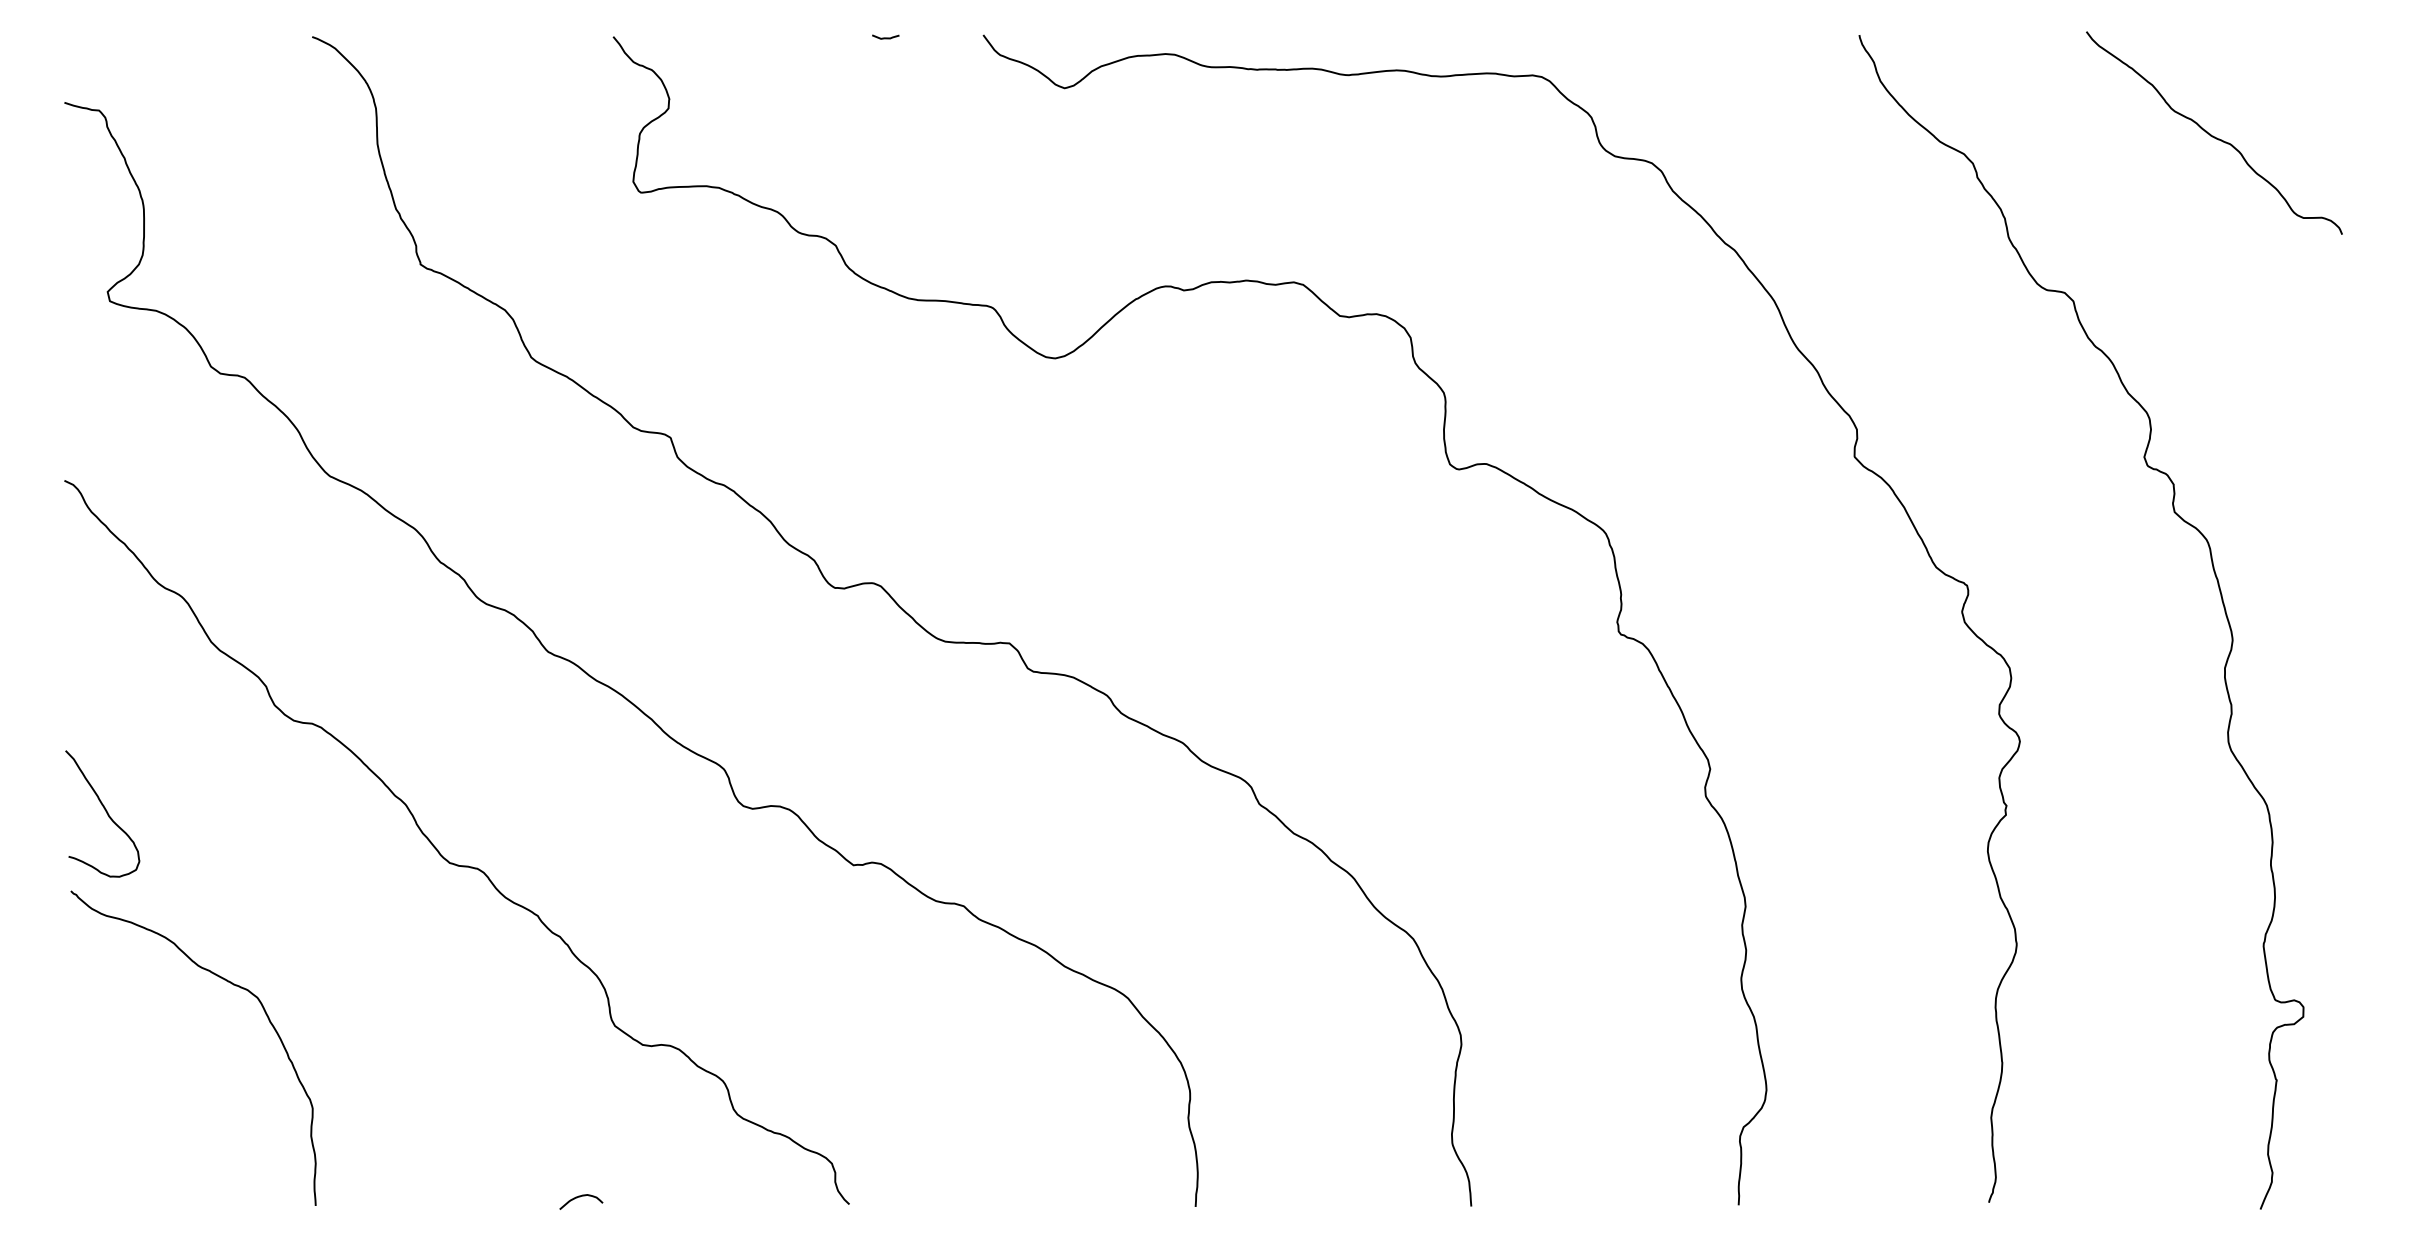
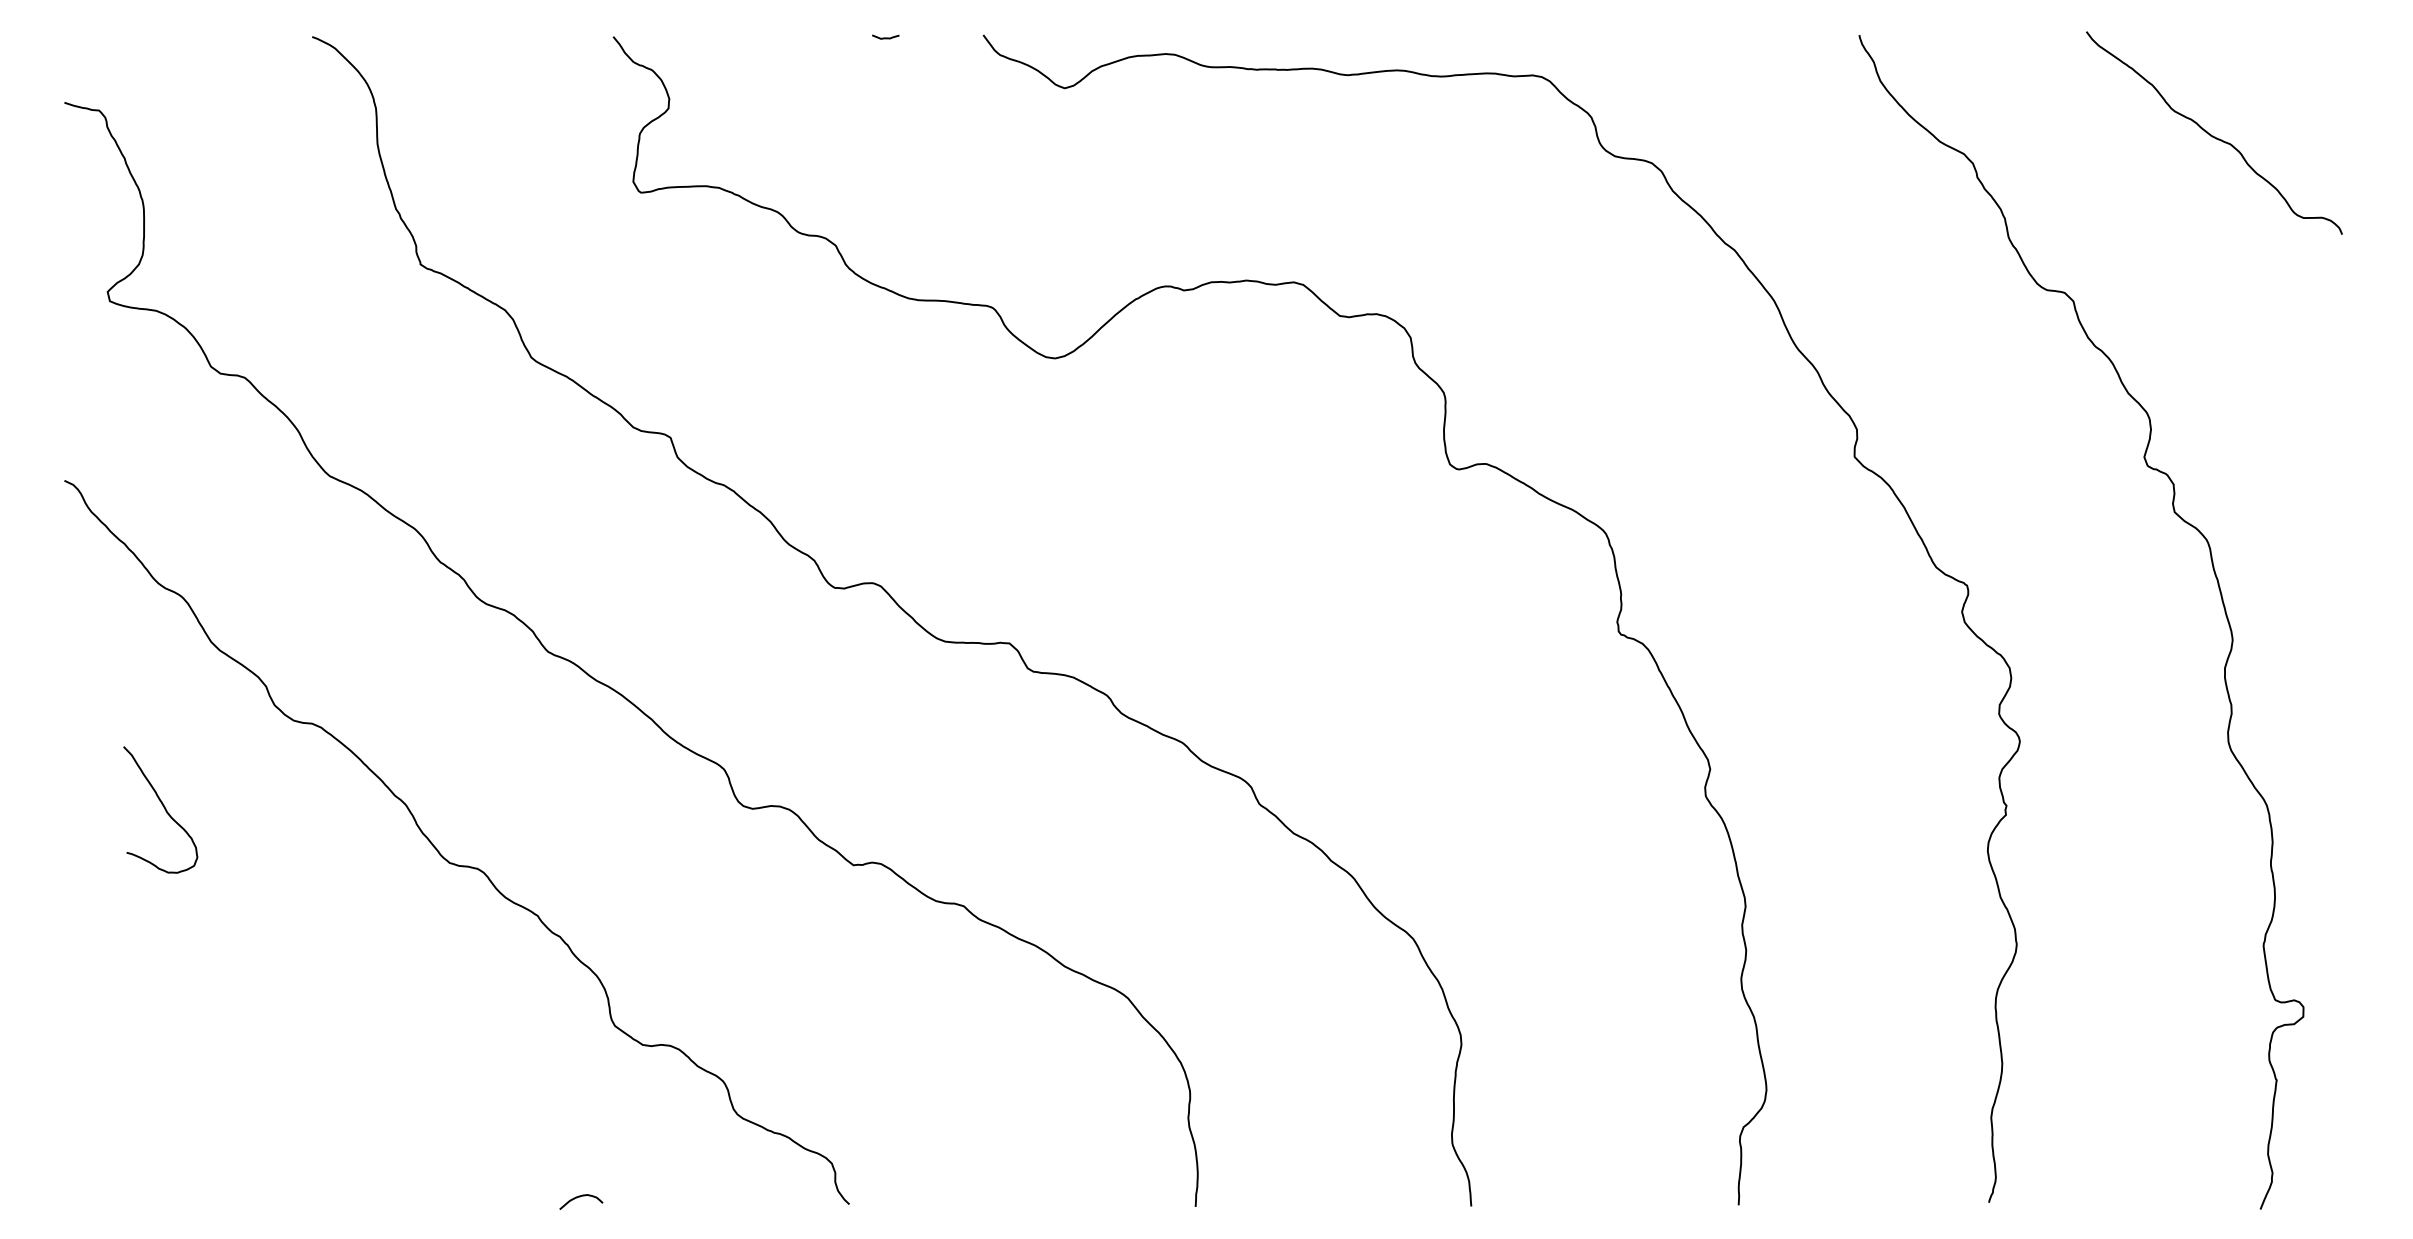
curve at (105, 811) position: (105, 811) -> (163, 807)
curve at (231, 984): present -> none
